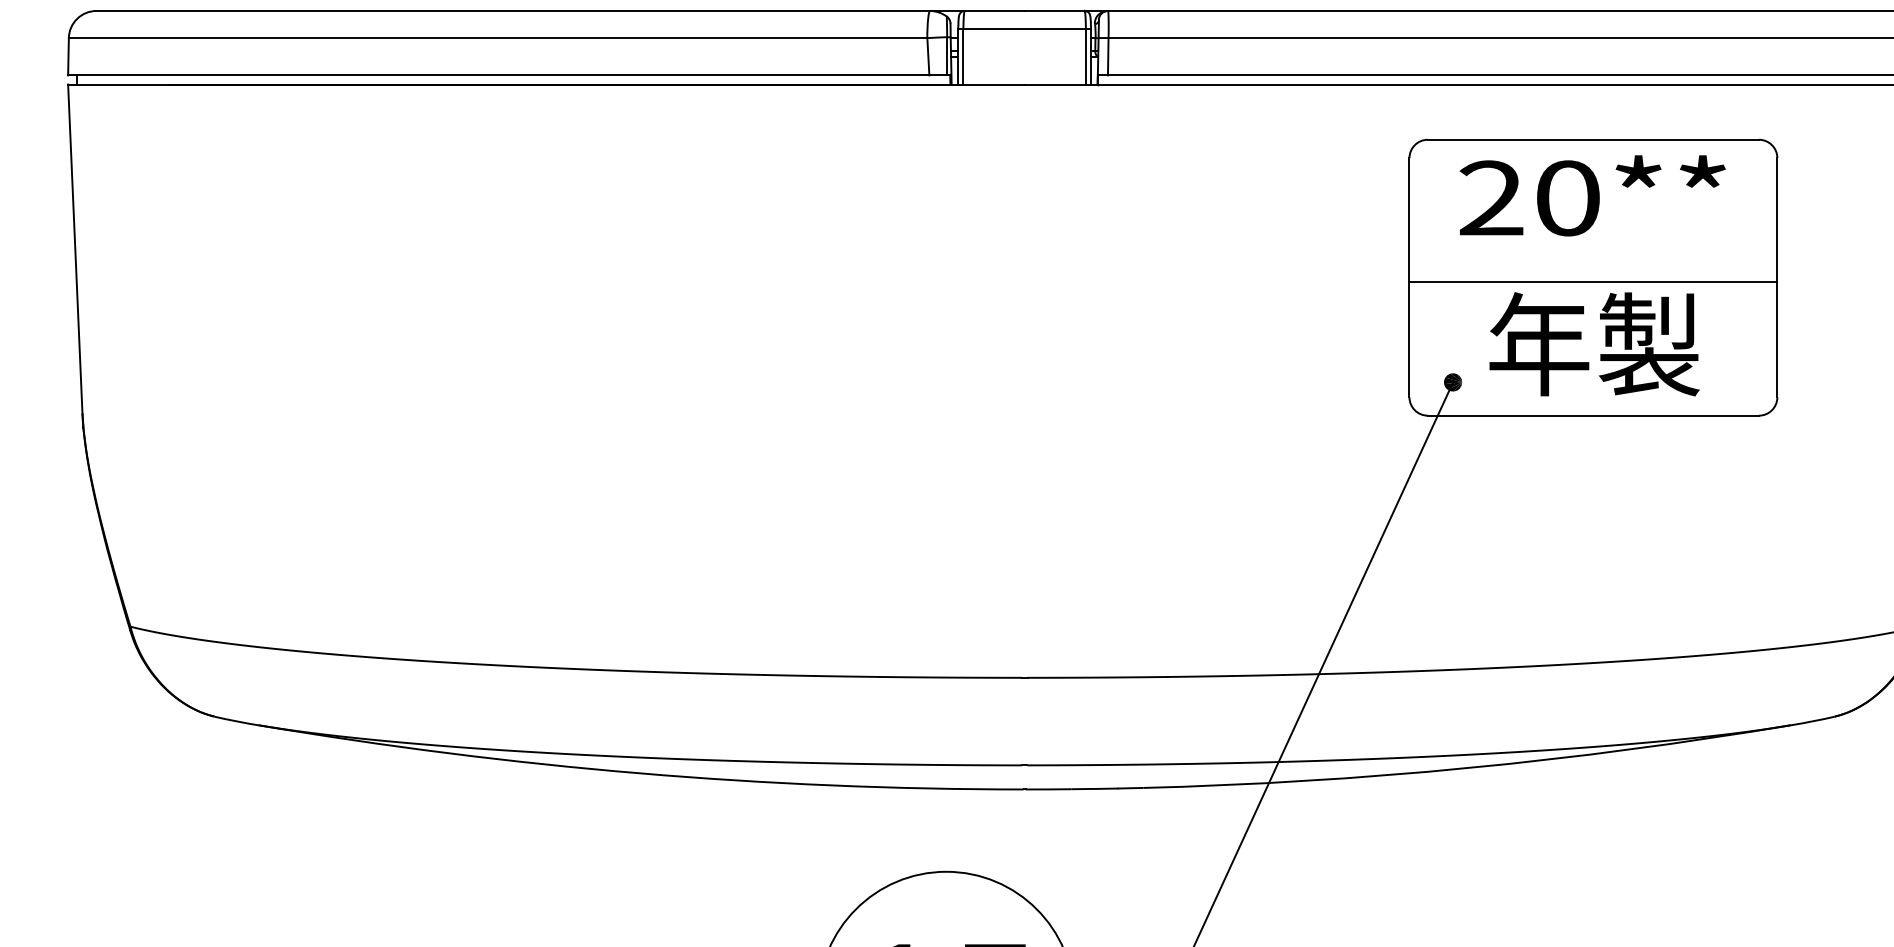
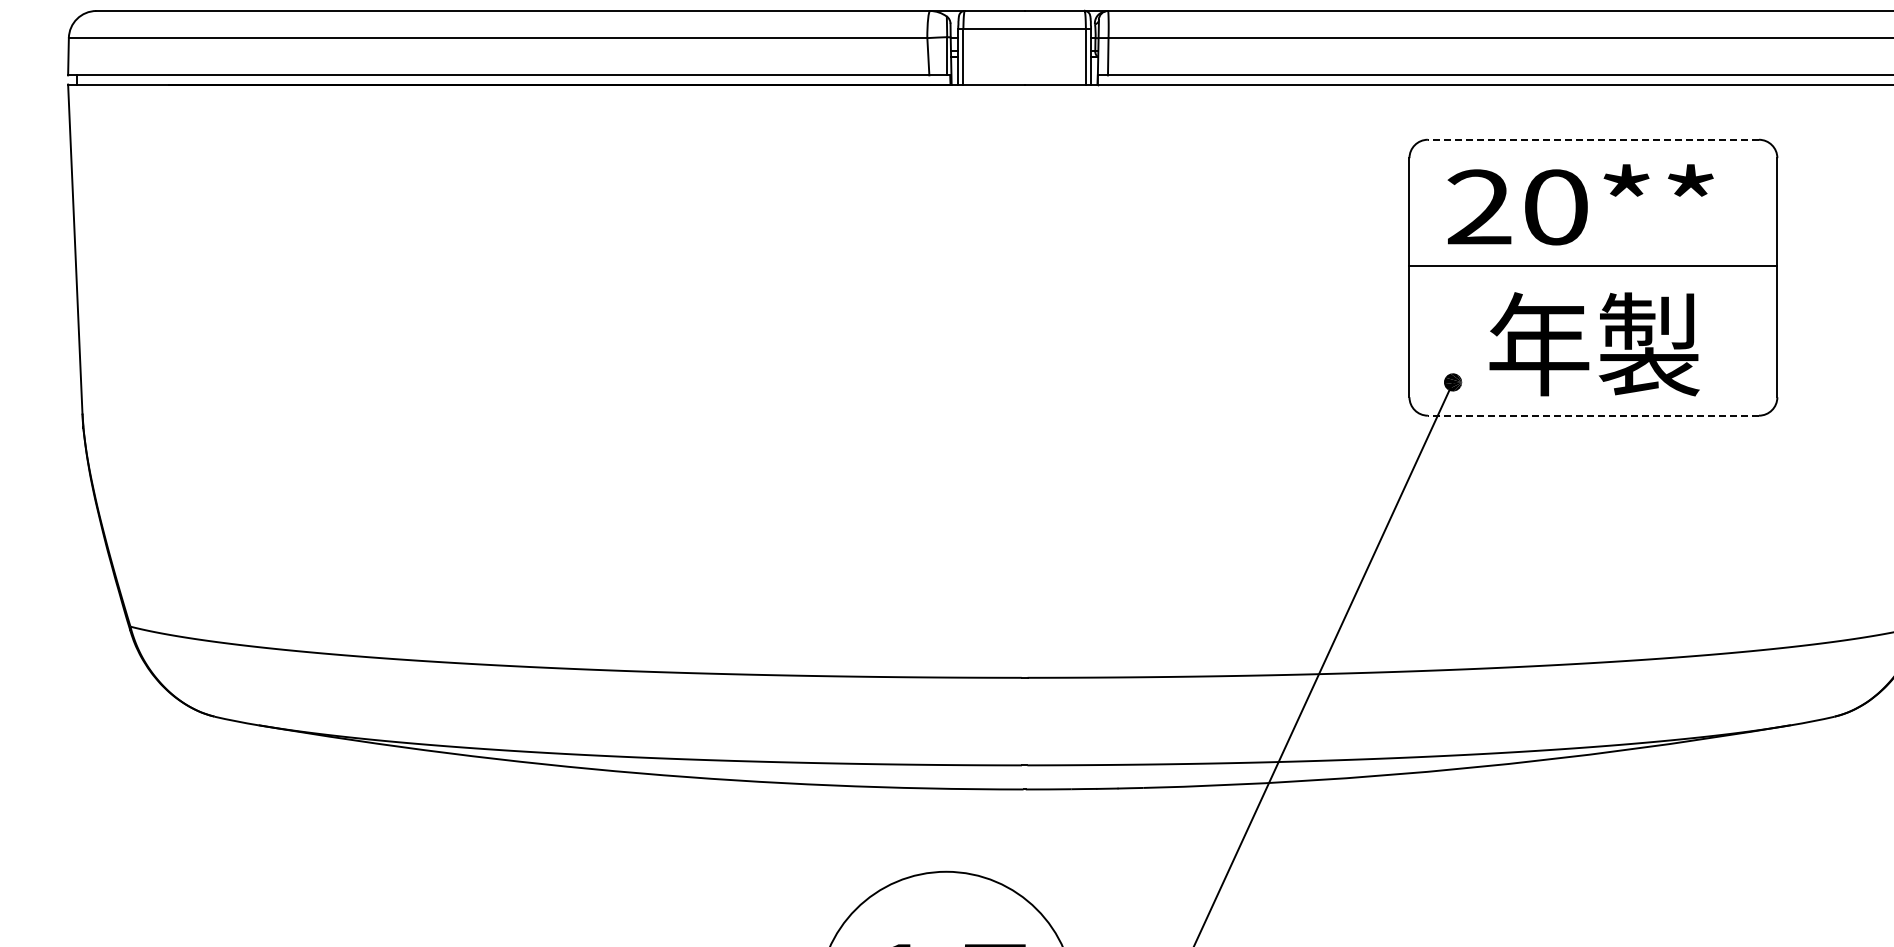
line at (1593, 139): solid -> dashed
text at (1592, 195) position: (1592, 195) -> (1580, 204)
line at (1593, 282) position: (1593, 282) -> (1593, 266)
line at (1593, 415): solid -> dashed
